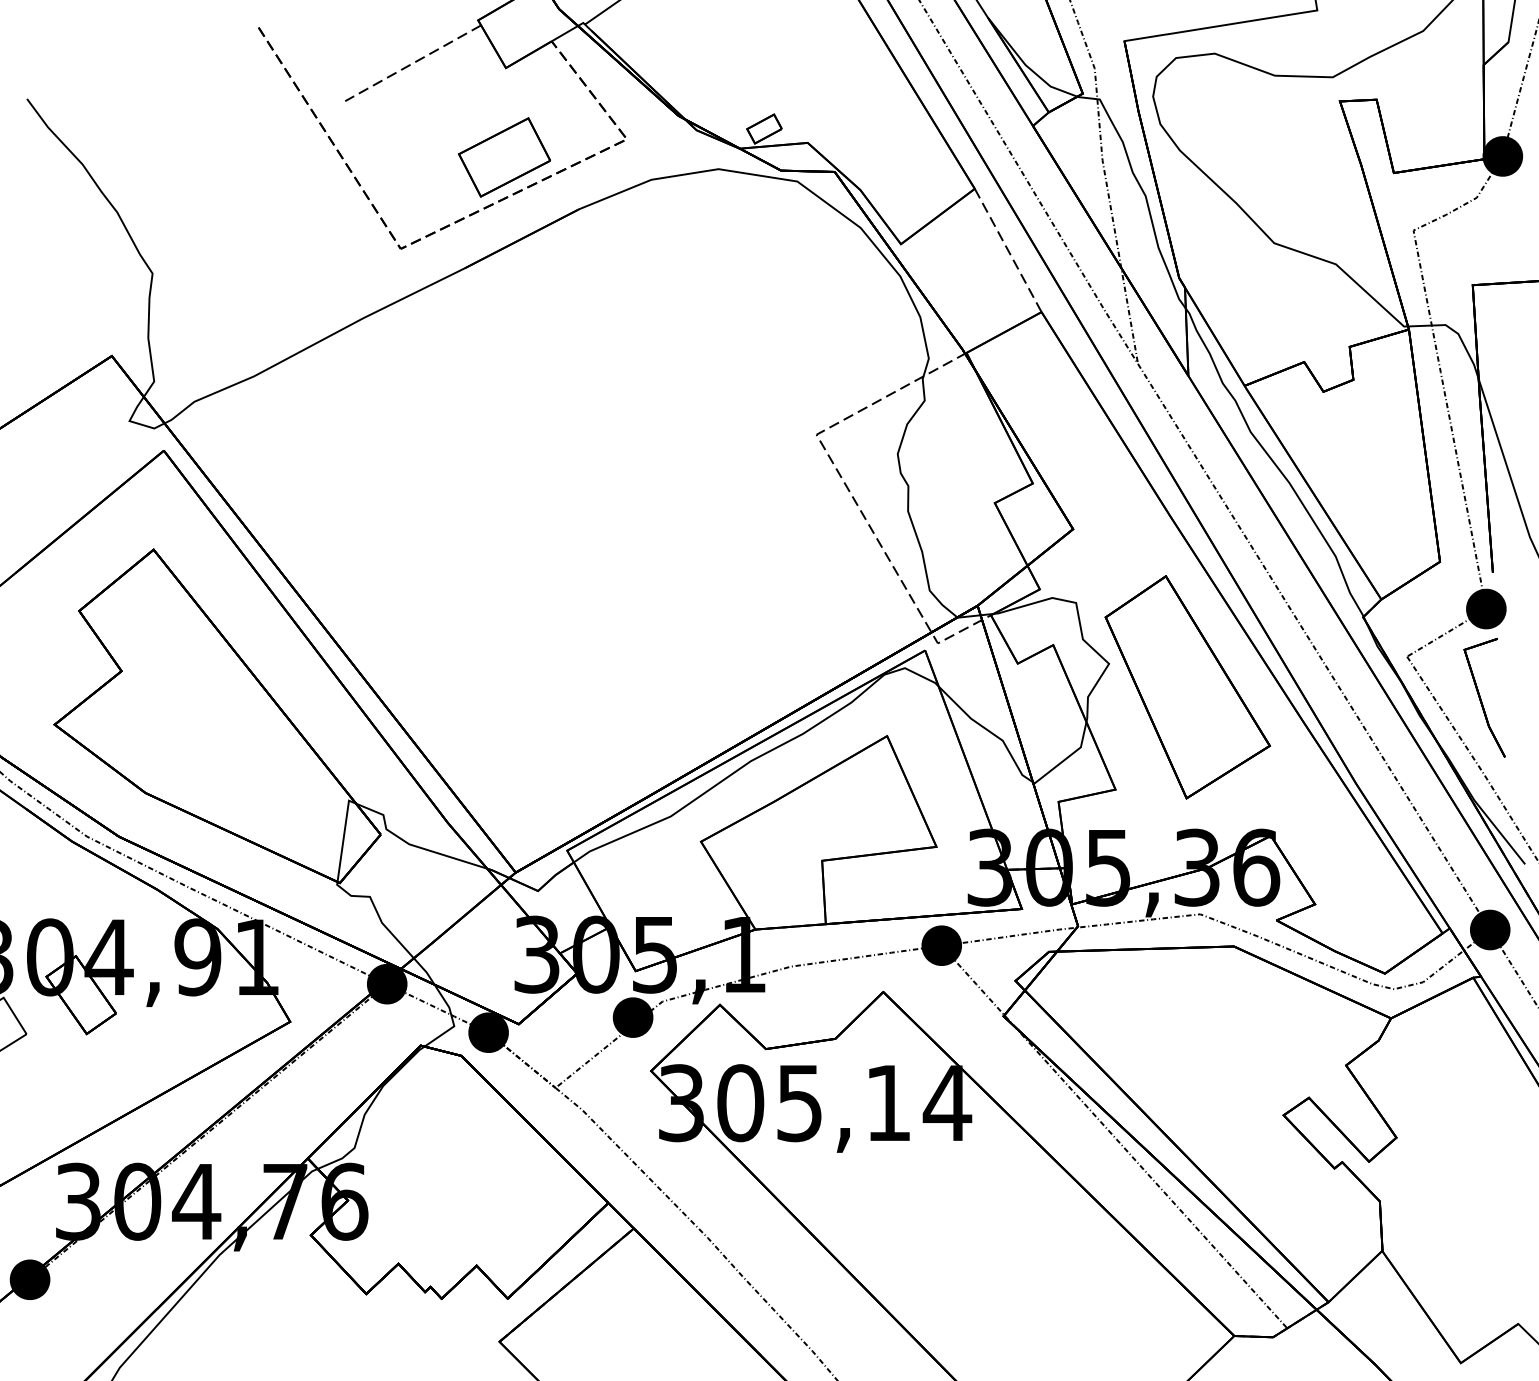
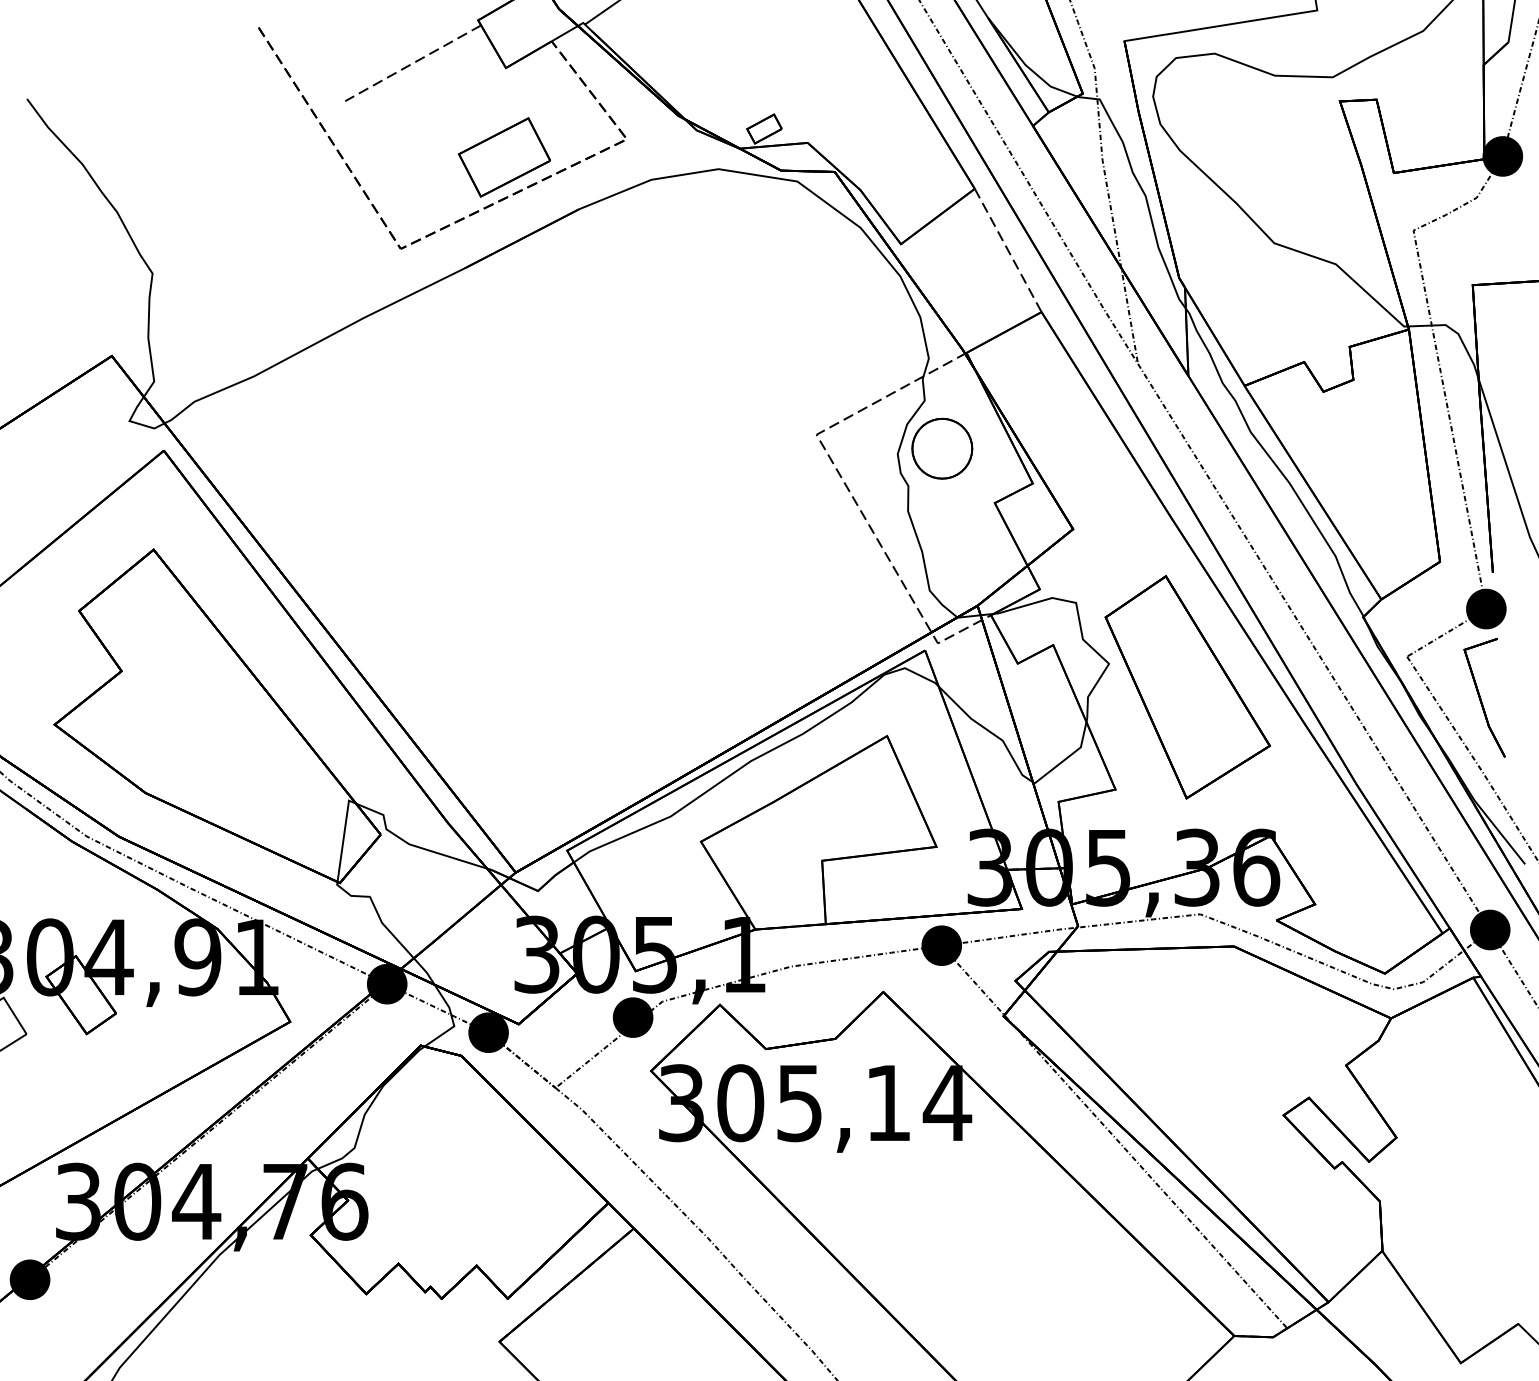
part at (942, 448): none -> present
